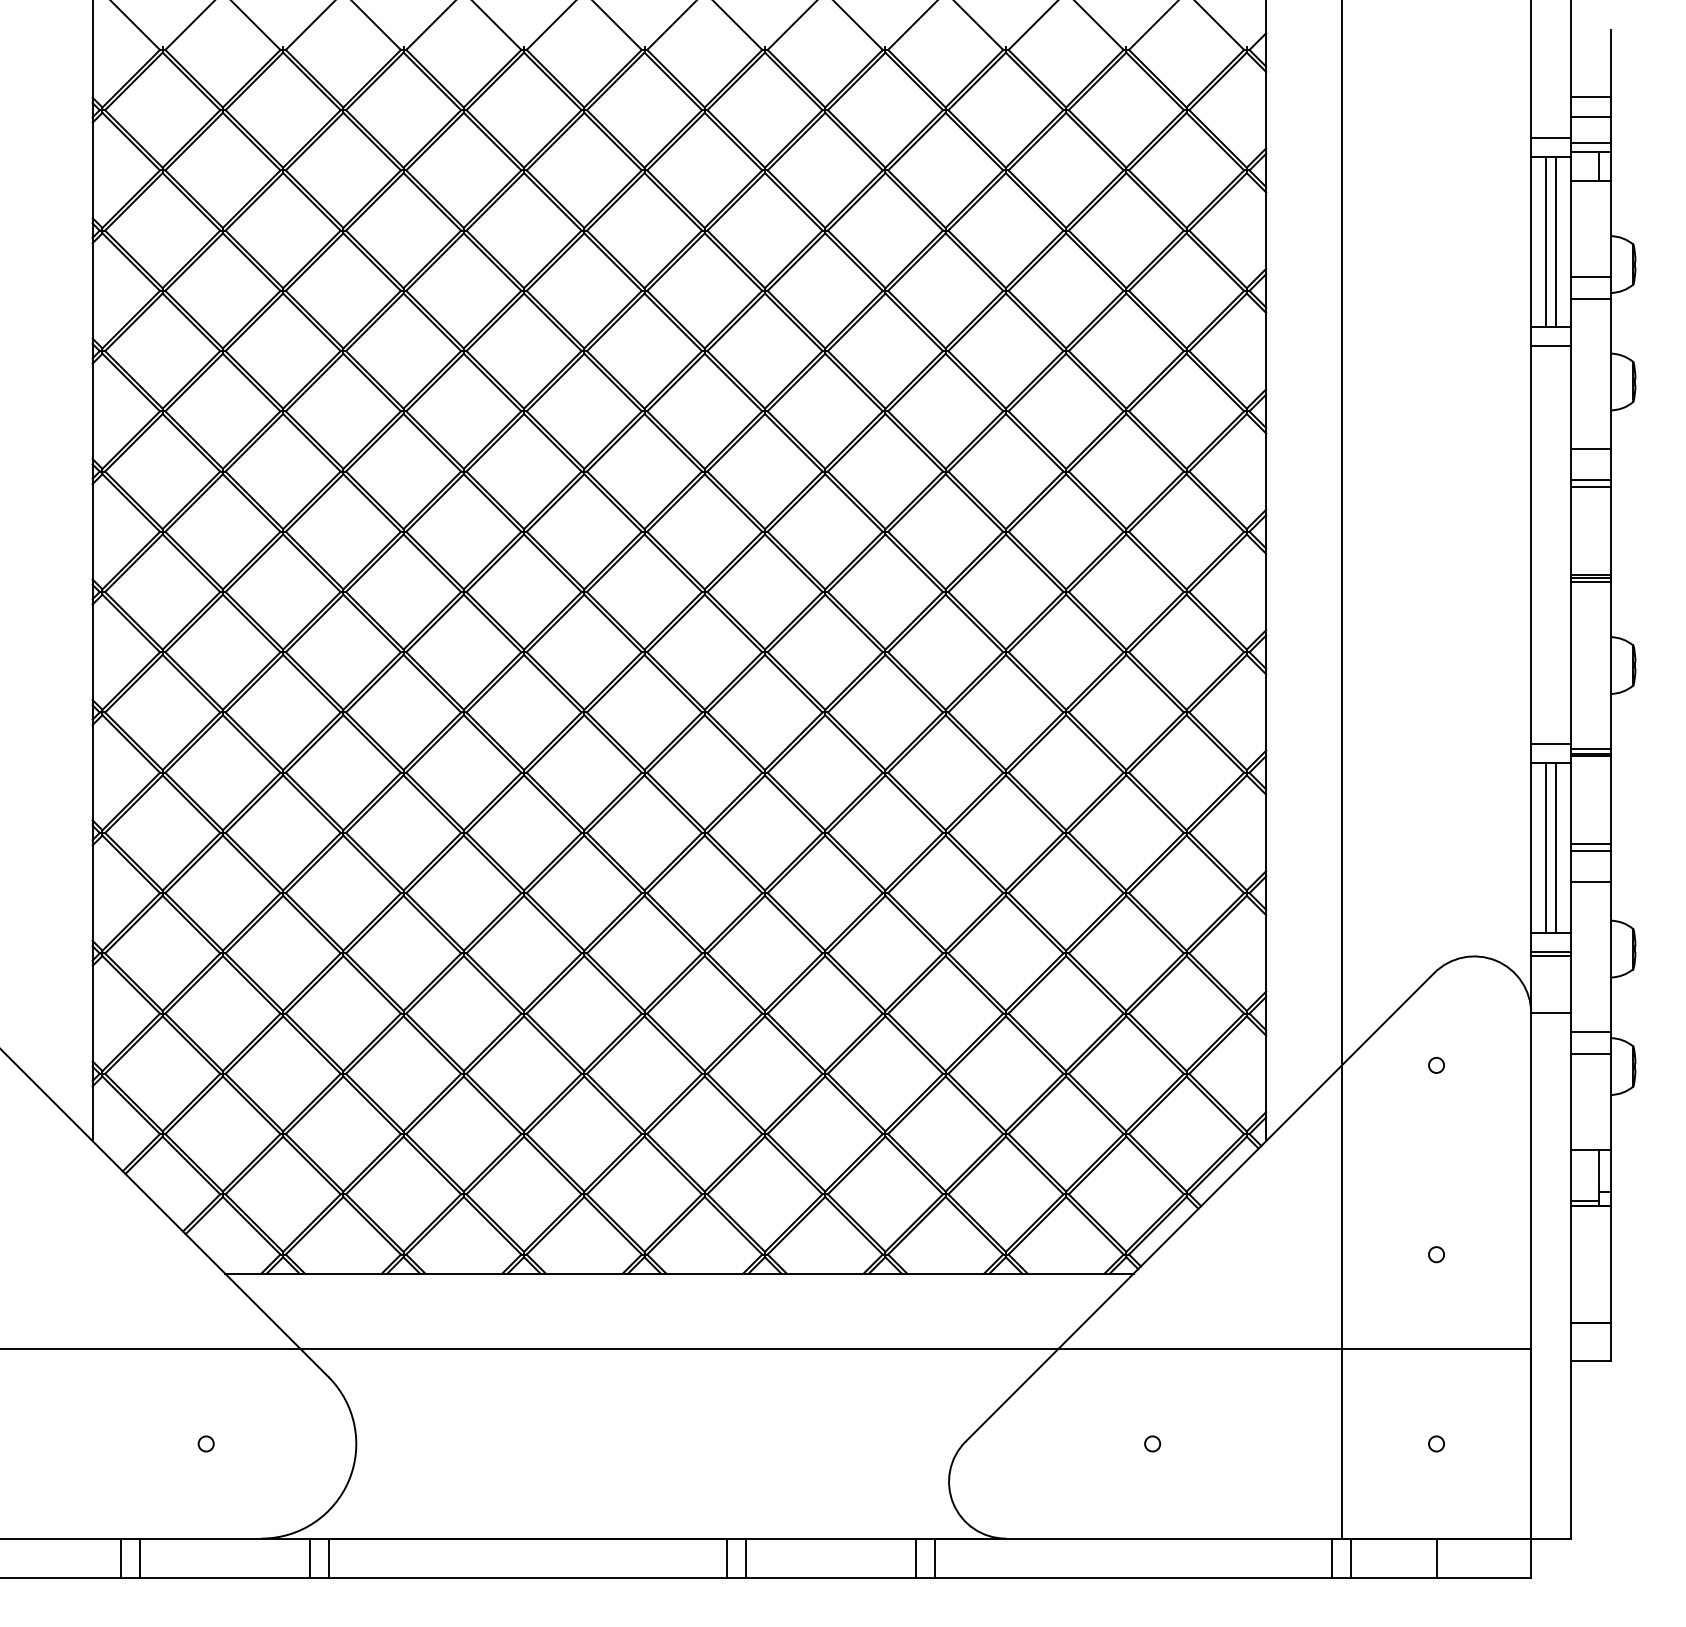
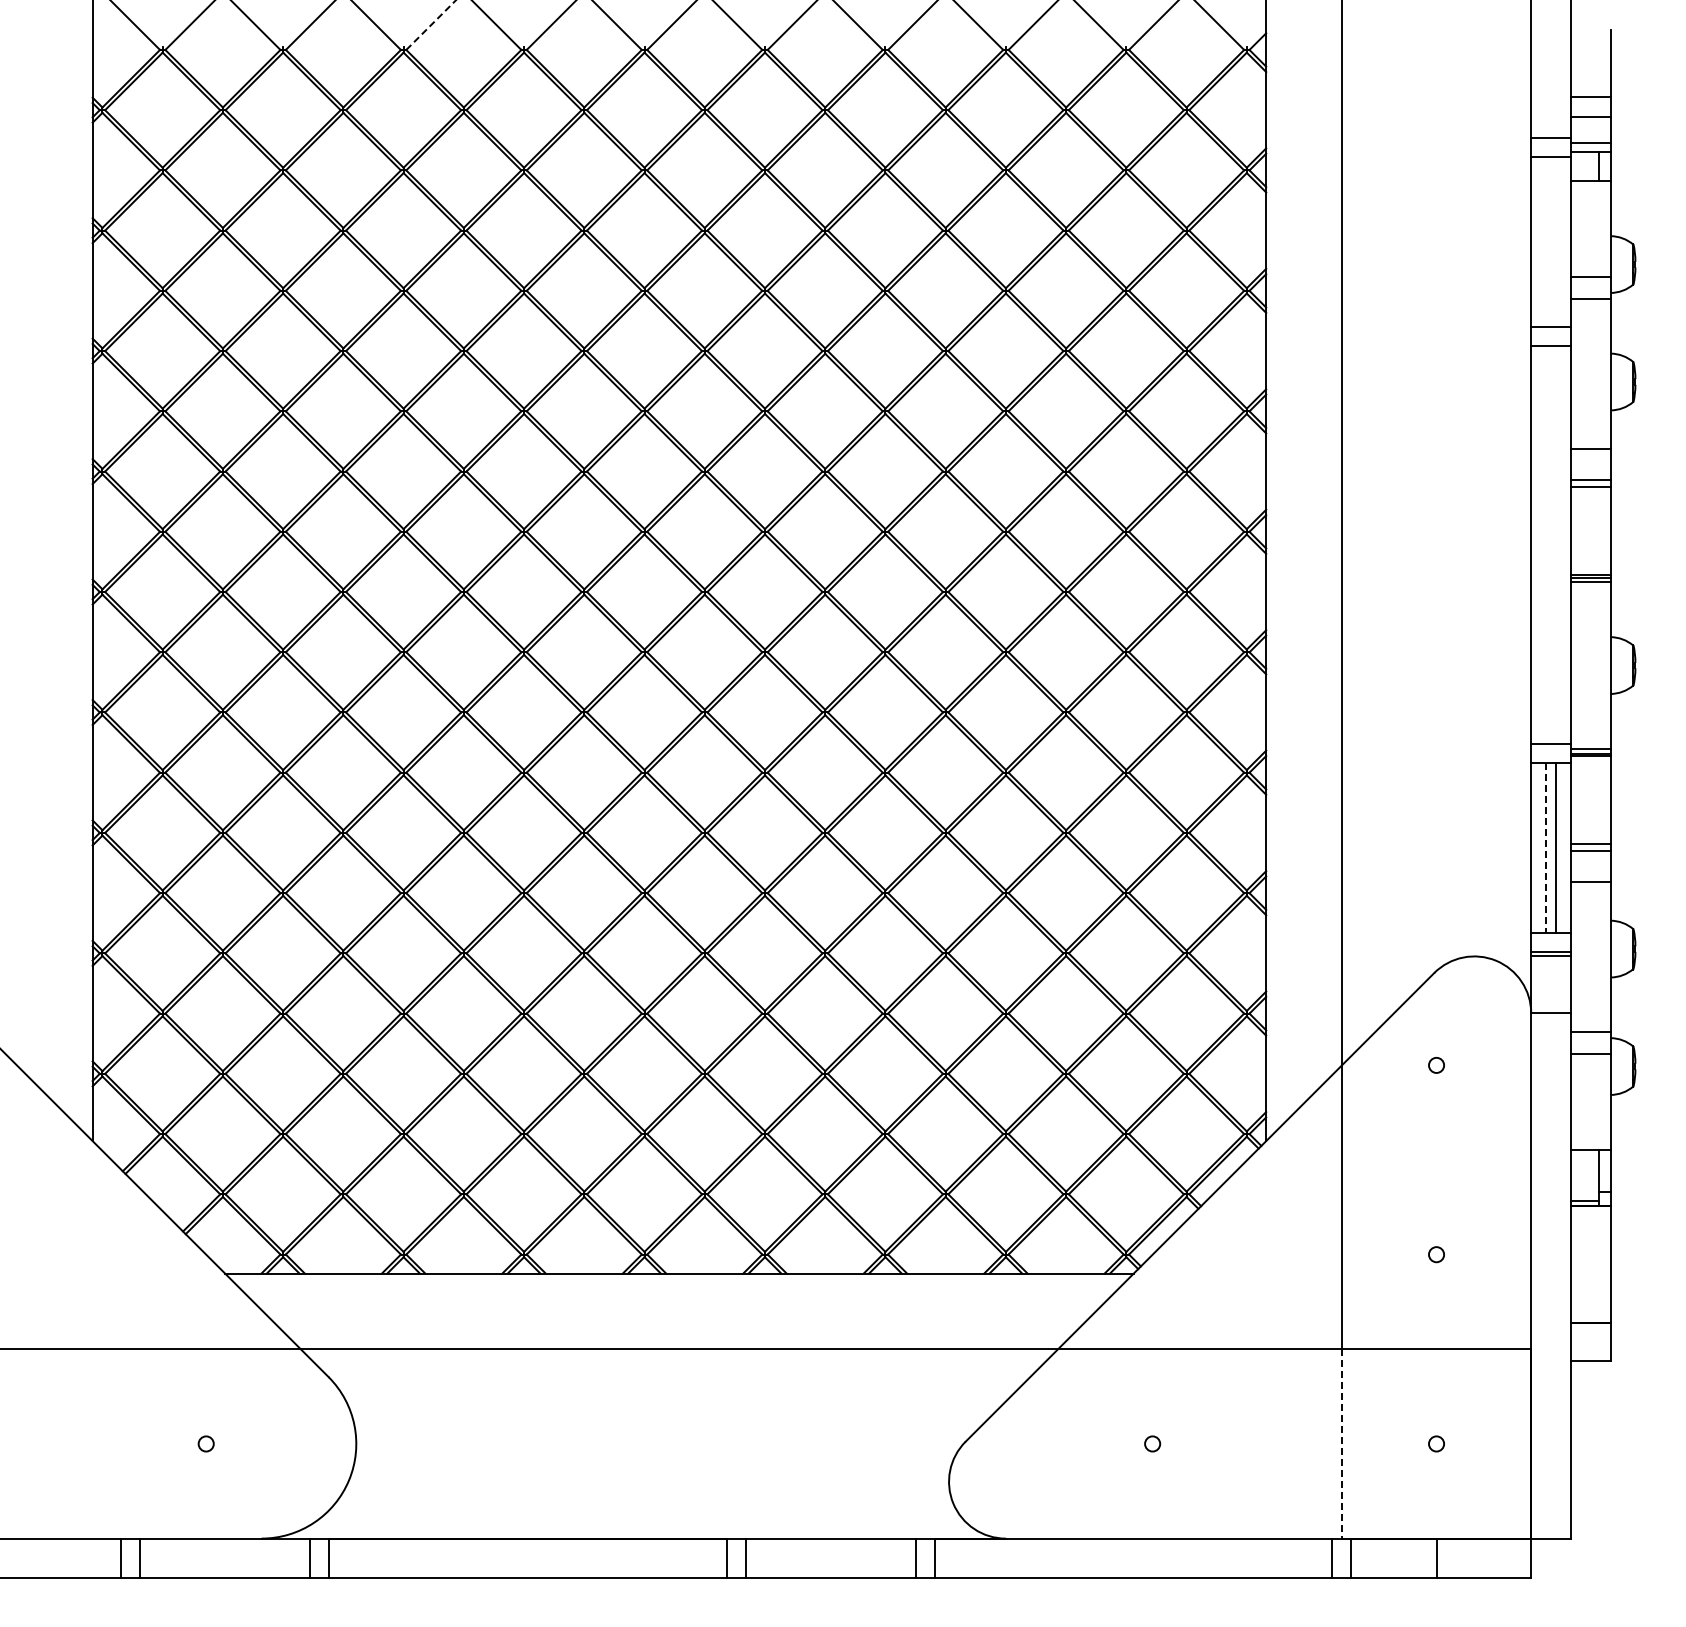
line at (431, 24): solid -> dashed
line at (1546, 241): present -> none
line at (1555, 241): present -> none
line at (1546, 848): solid -> dashed
line at (1341, 1443): solid -> dashed
